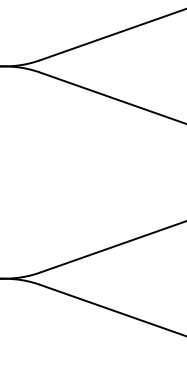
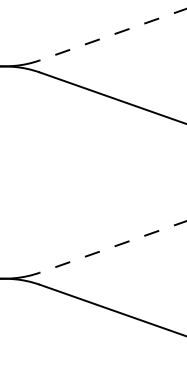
line at (113, 34): solid -> dashed
line at (113, 246): solid -> dashed
